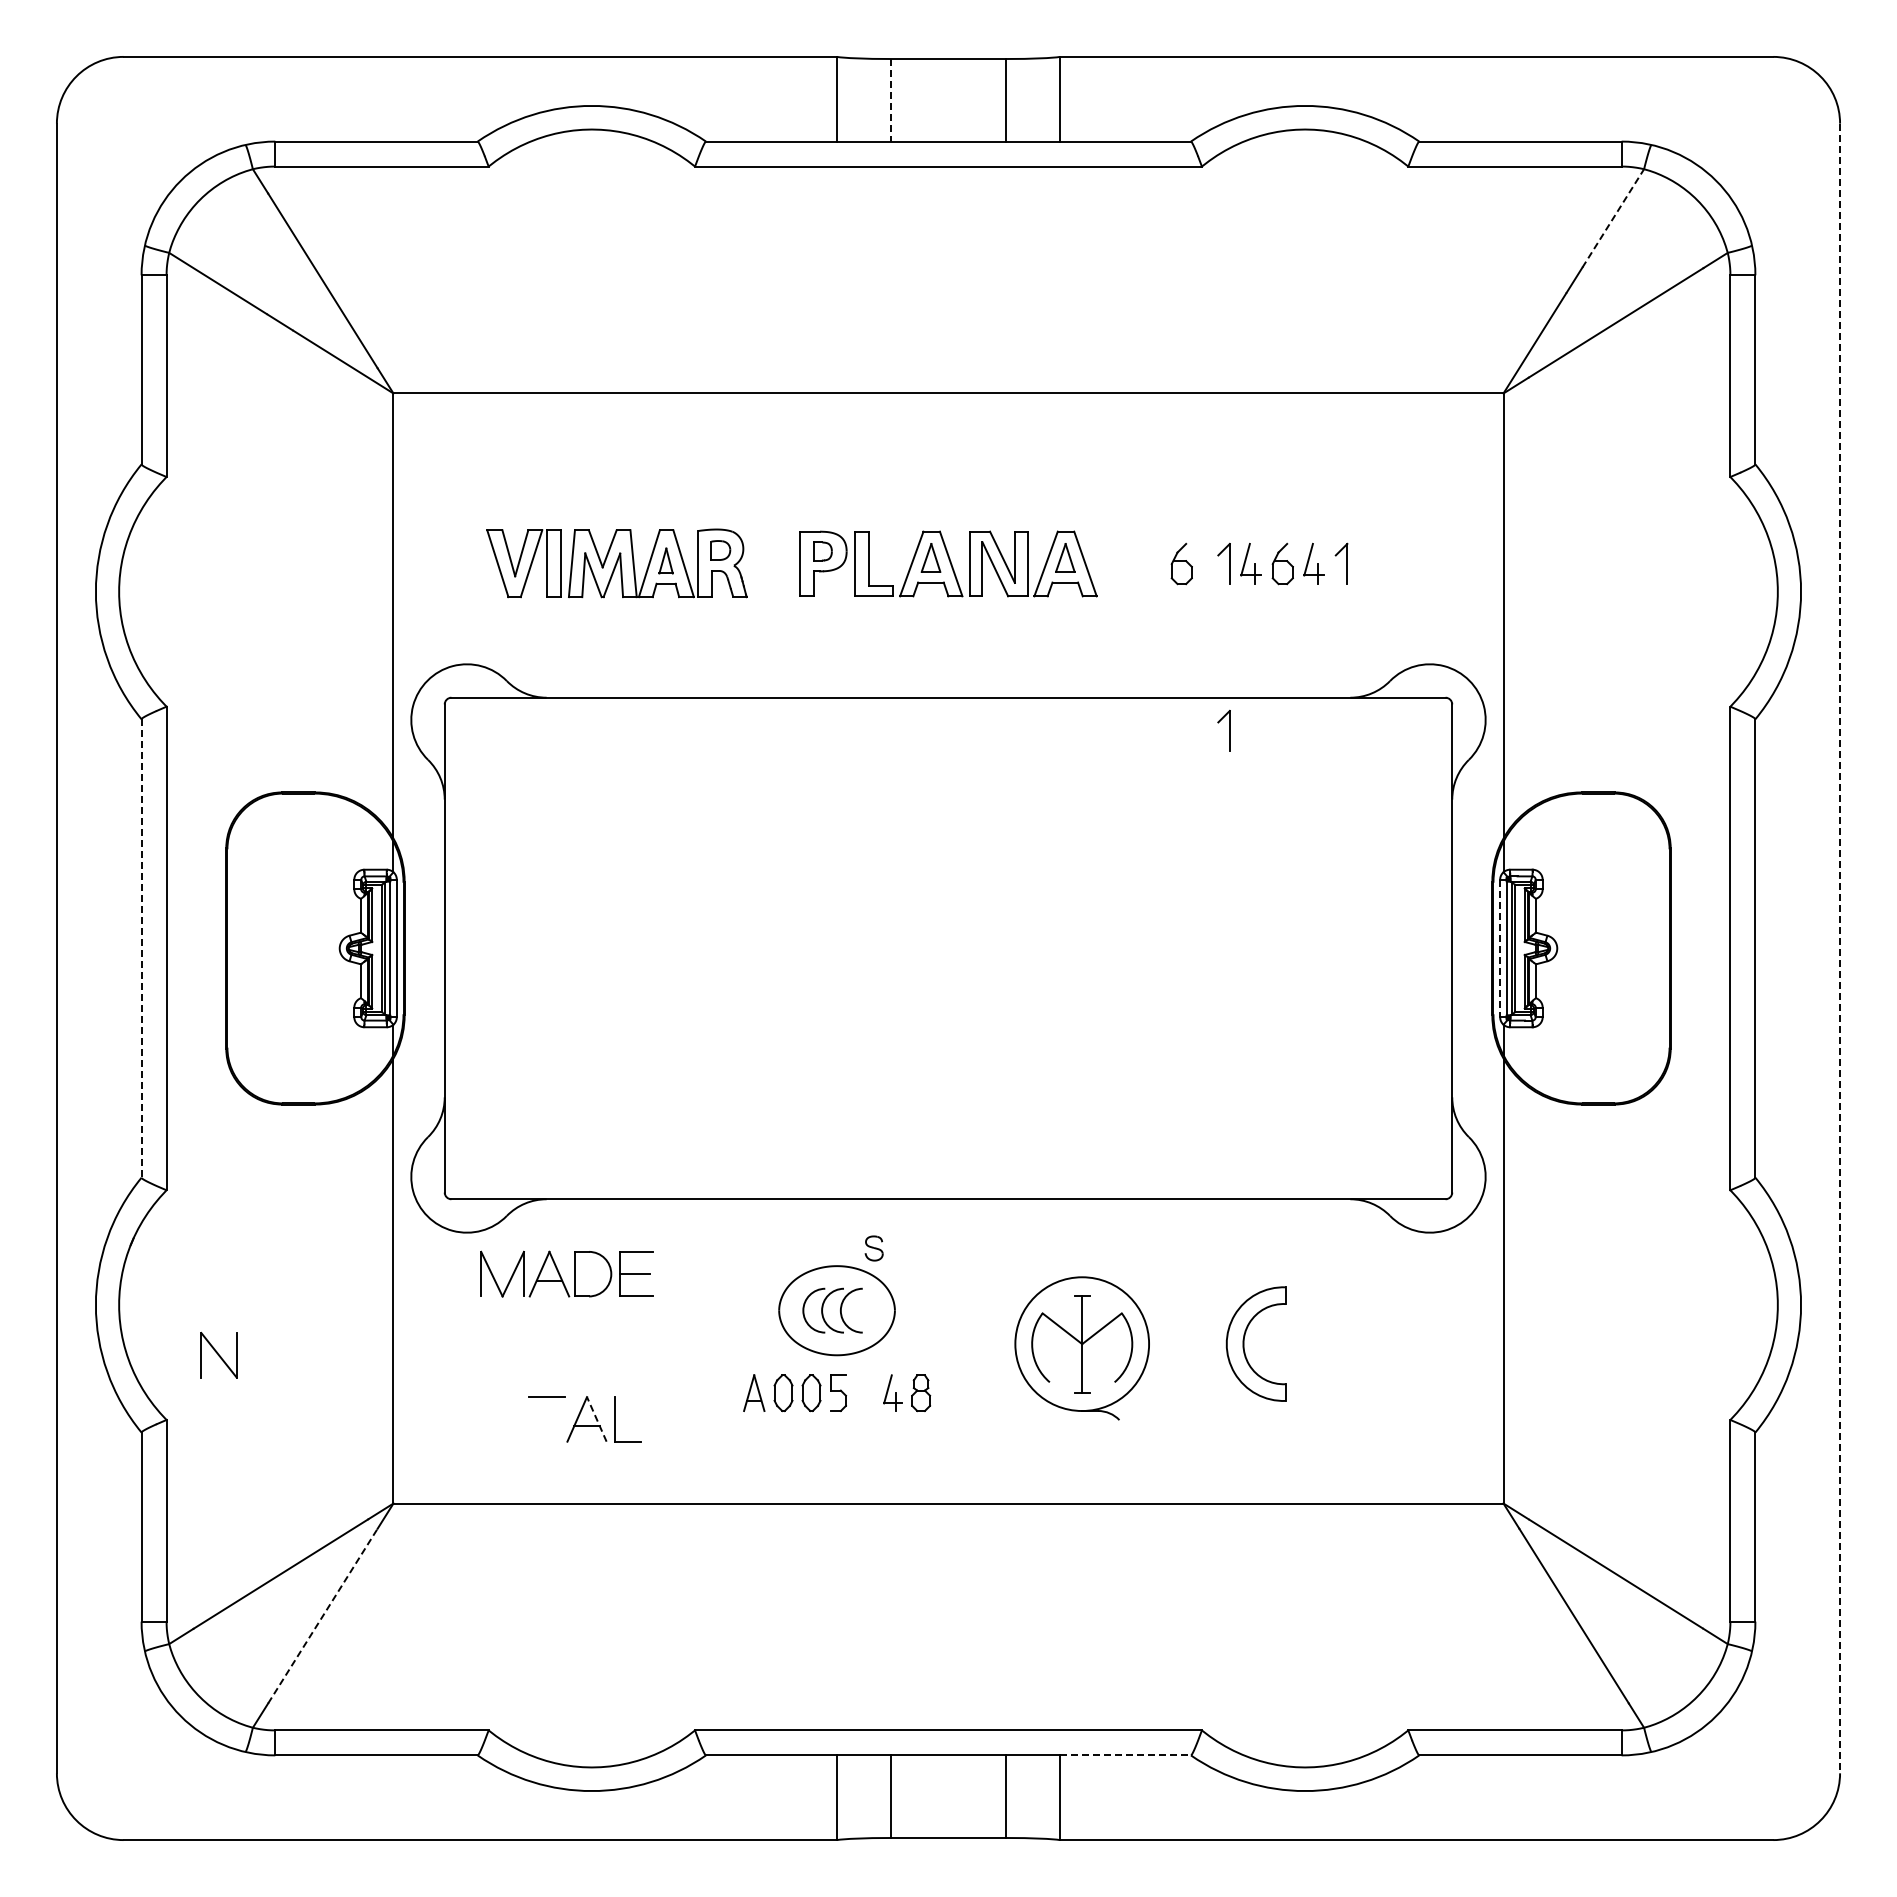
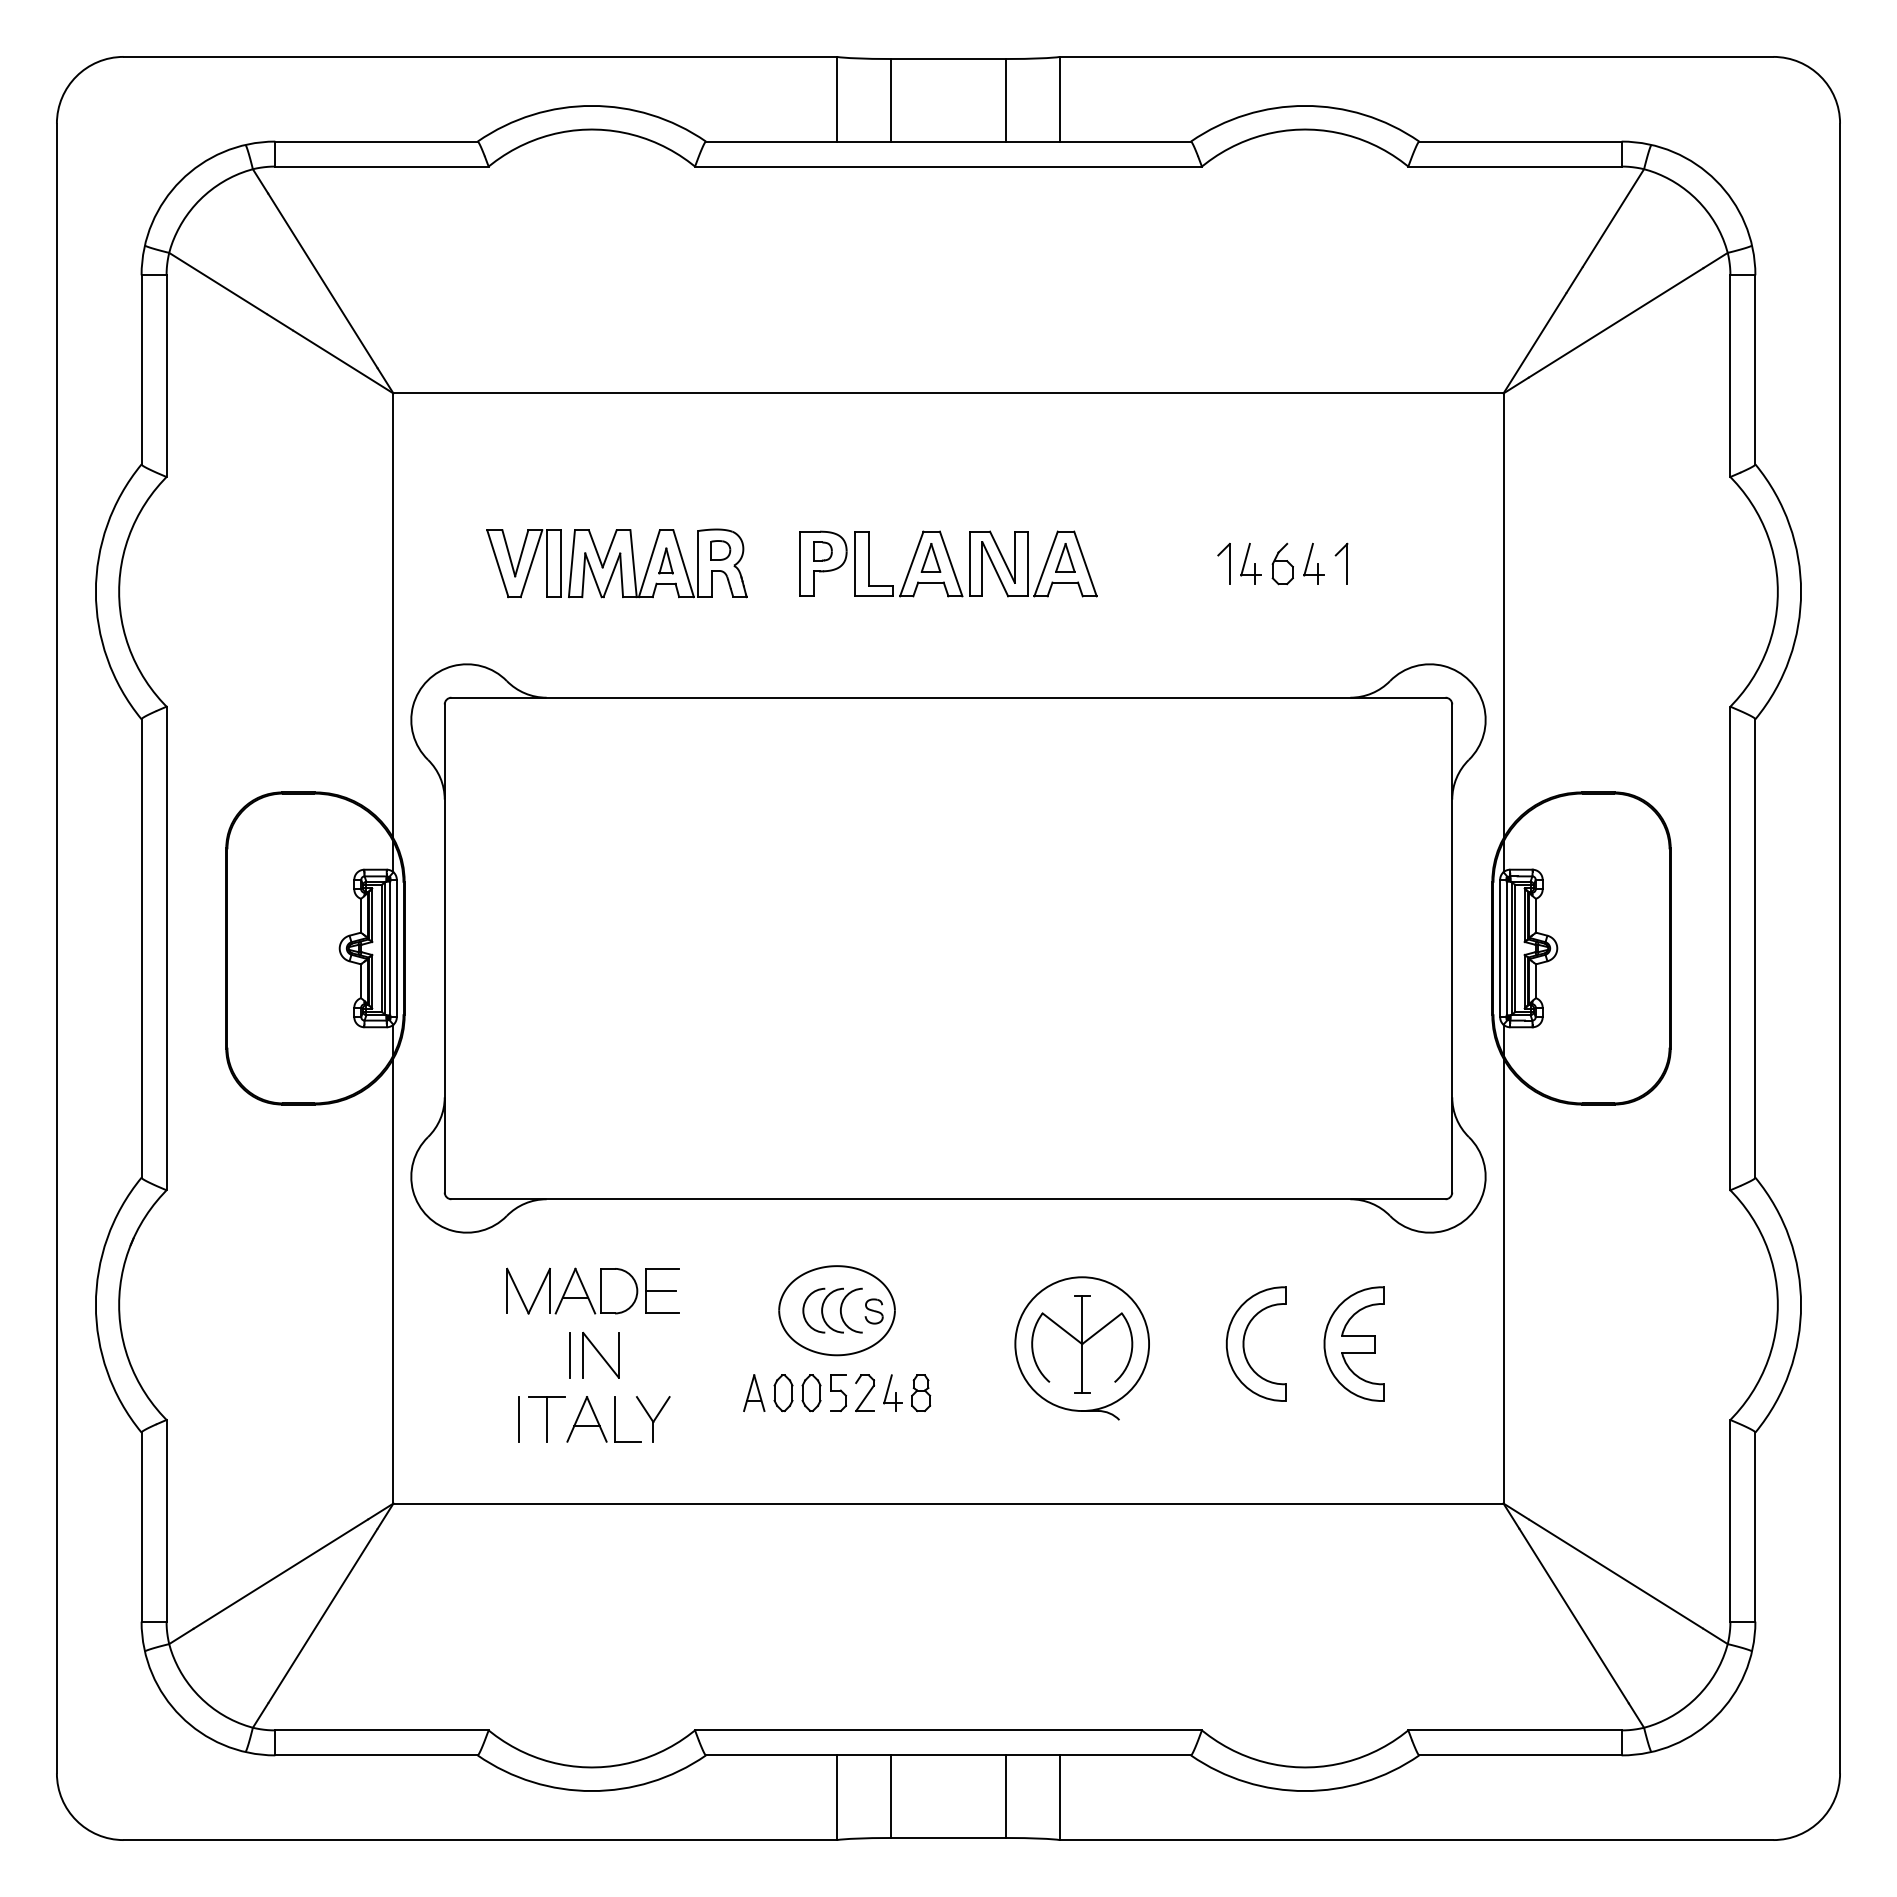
line at (890, 100): dashed -> solid
line at (1613, 217): dashed -> solid
part at (1181, 563): present -> none
part at (1223, 730): present -> none
line at (1500, 948): dashed -> solid
line at (1840, 948): dashed -> solid
line at (141, 949): dashed -> solid
part at (873, 1248) position: (873, 1248) -> (873, 1311)
part at (566, 1273) position: (566, 1273) -> (592, 1290)
part at (1353, 1343): none -> present
part at (218, 1354) position: (218, 1354) -> (600, 1354)
line at (569, 1355): none -> present
part at (865, 1393): none -> present
line at (596, 1418): dashed -> solid
line at (518, 1419): none -> present
line at (547, 1419): none -> present
part at (653, 1419): none -> present
line at (322, 1615): dashed -> solid
line at (1125, 1755): dashed -> solid
